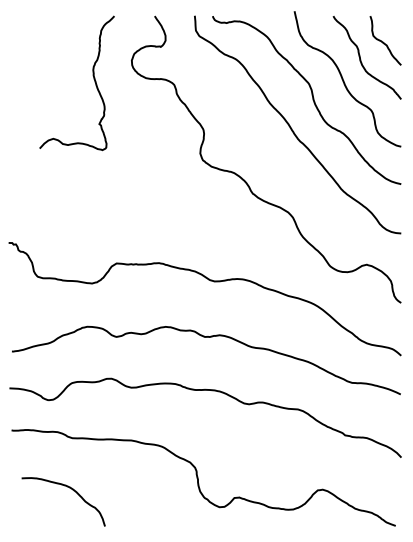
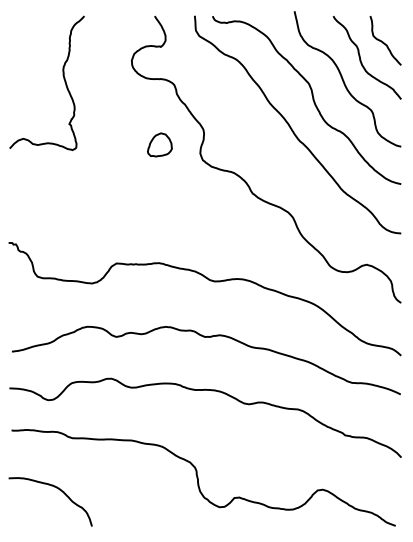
curve at (93, 79) position: (93, 79) -> (63, 79)
part at (159, 144): none -> present
curve at (73, 491) position: (73, 491) -> (60, 491)
